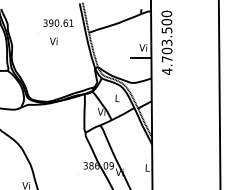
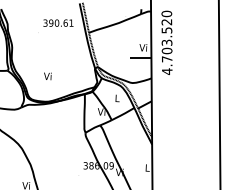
text at (166, 22): 4.703.500 -> 4.703.520
text at (53, 41) position: (53, 41) -> (47, 76)
